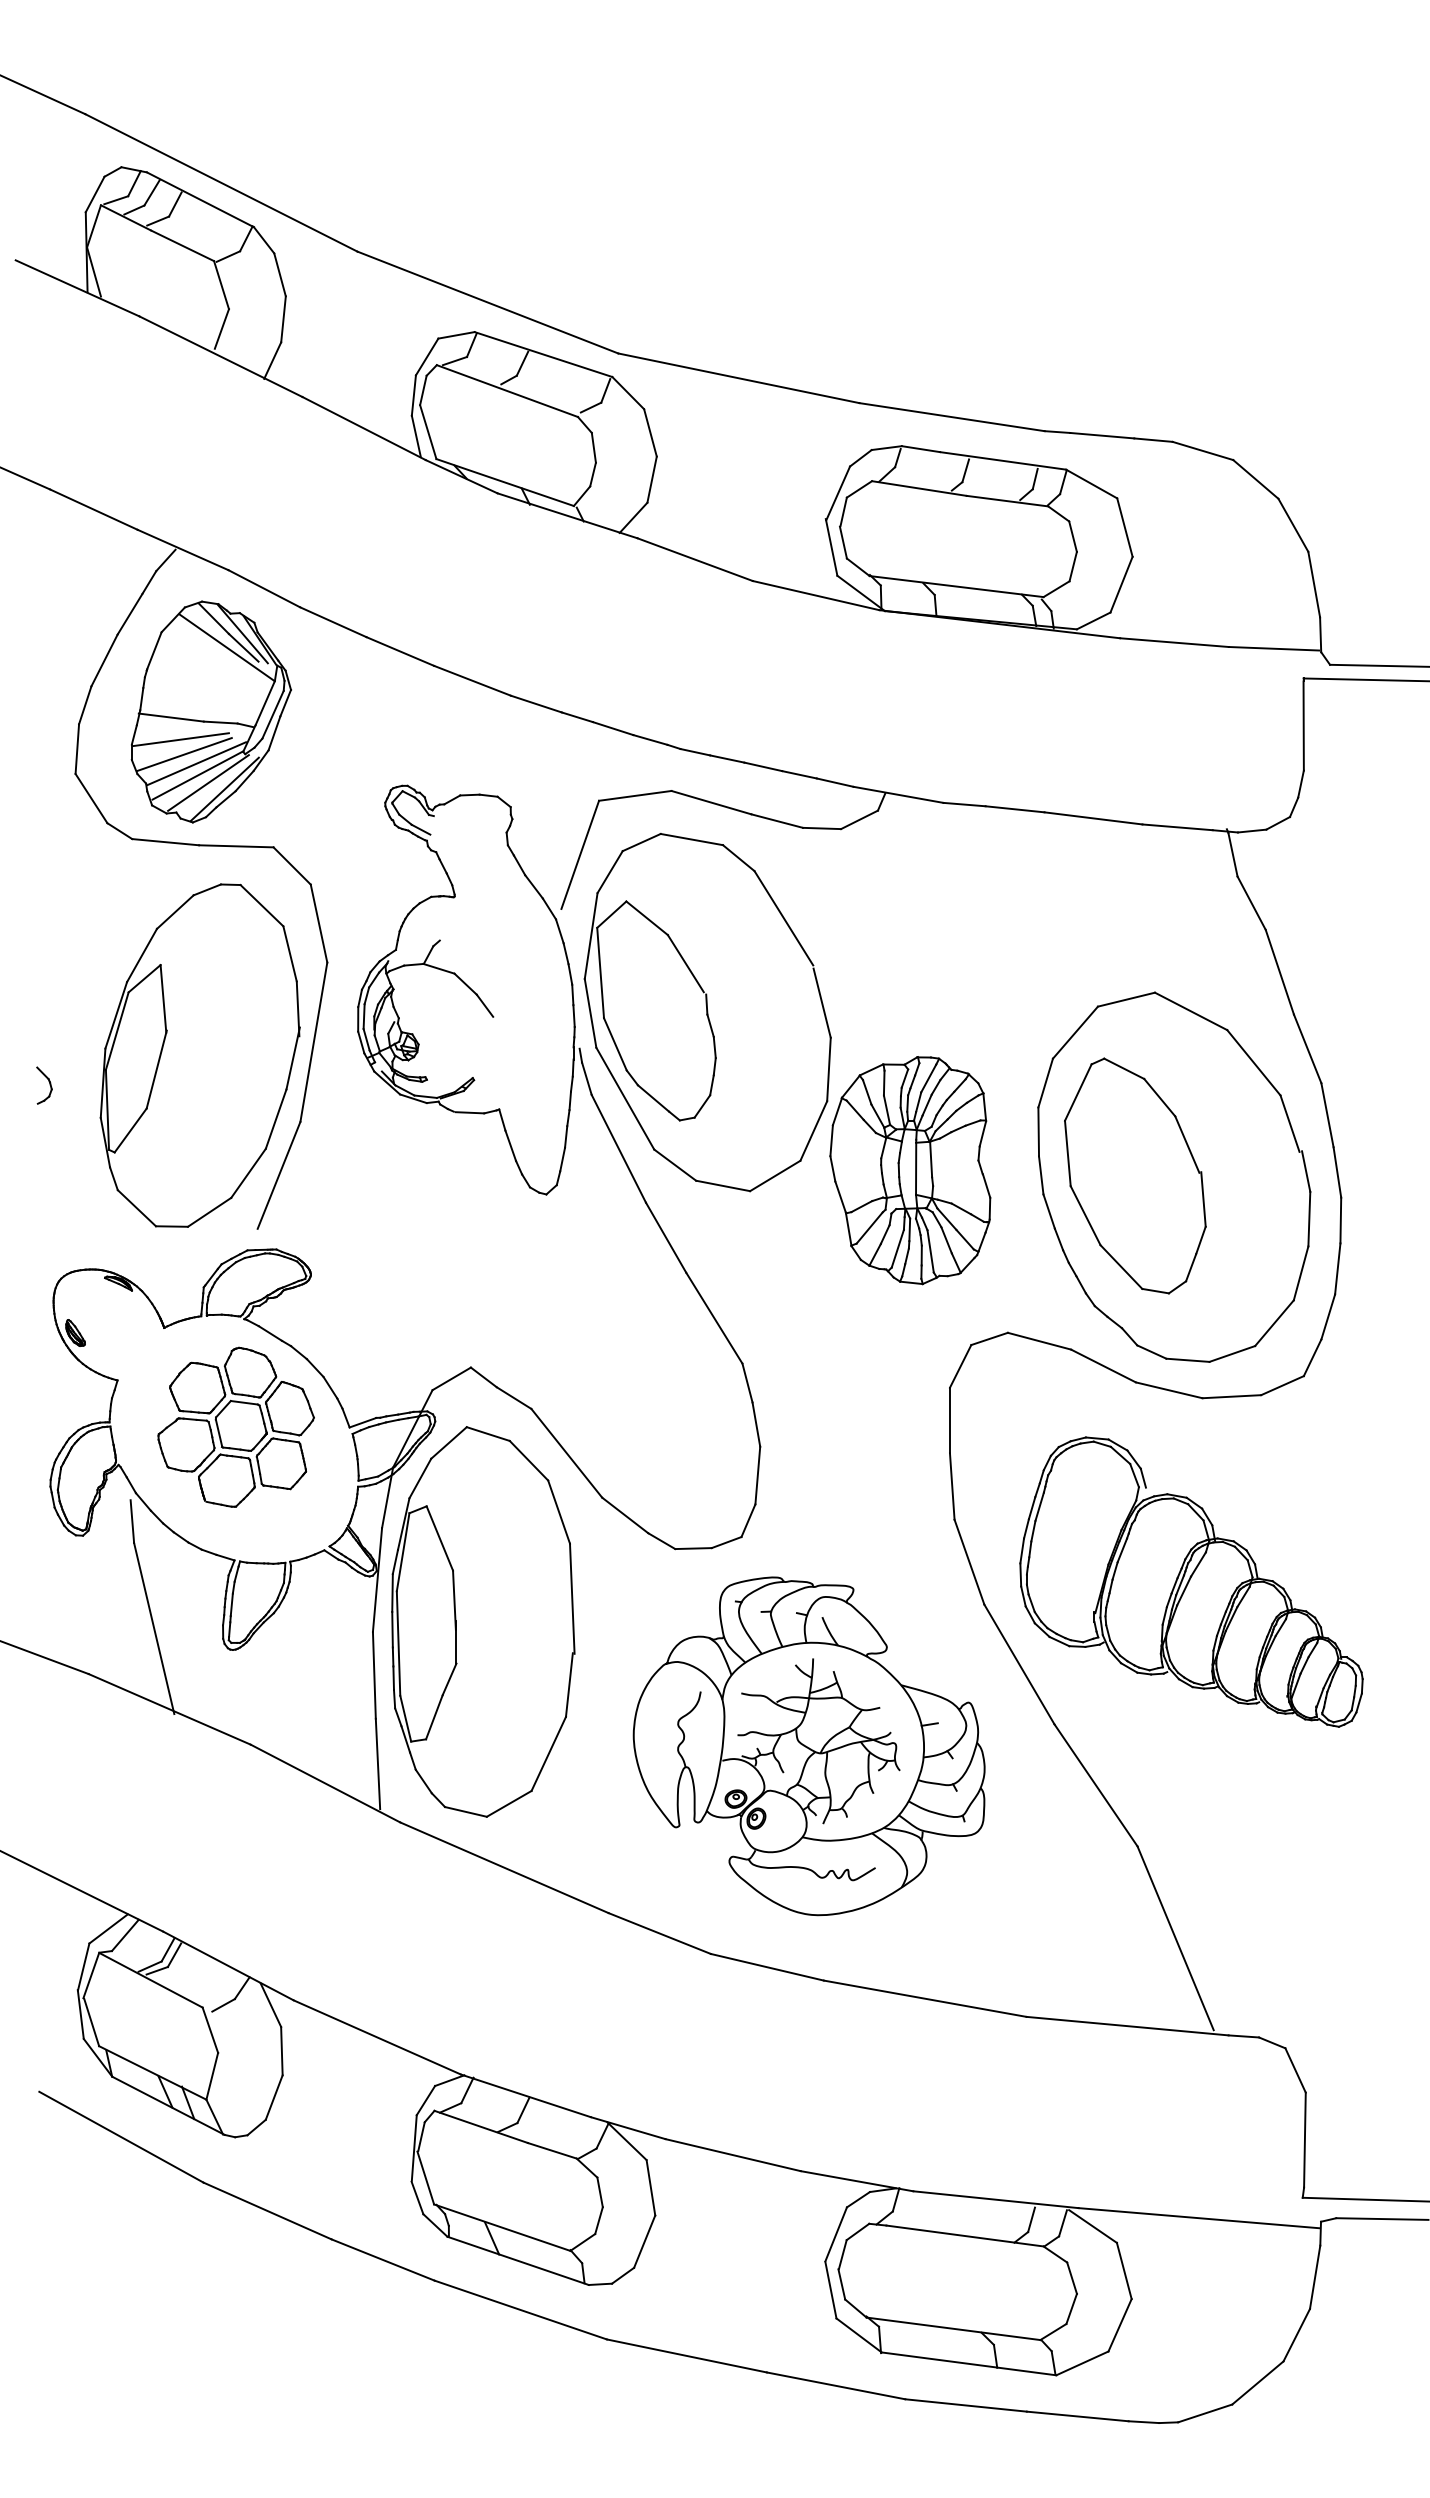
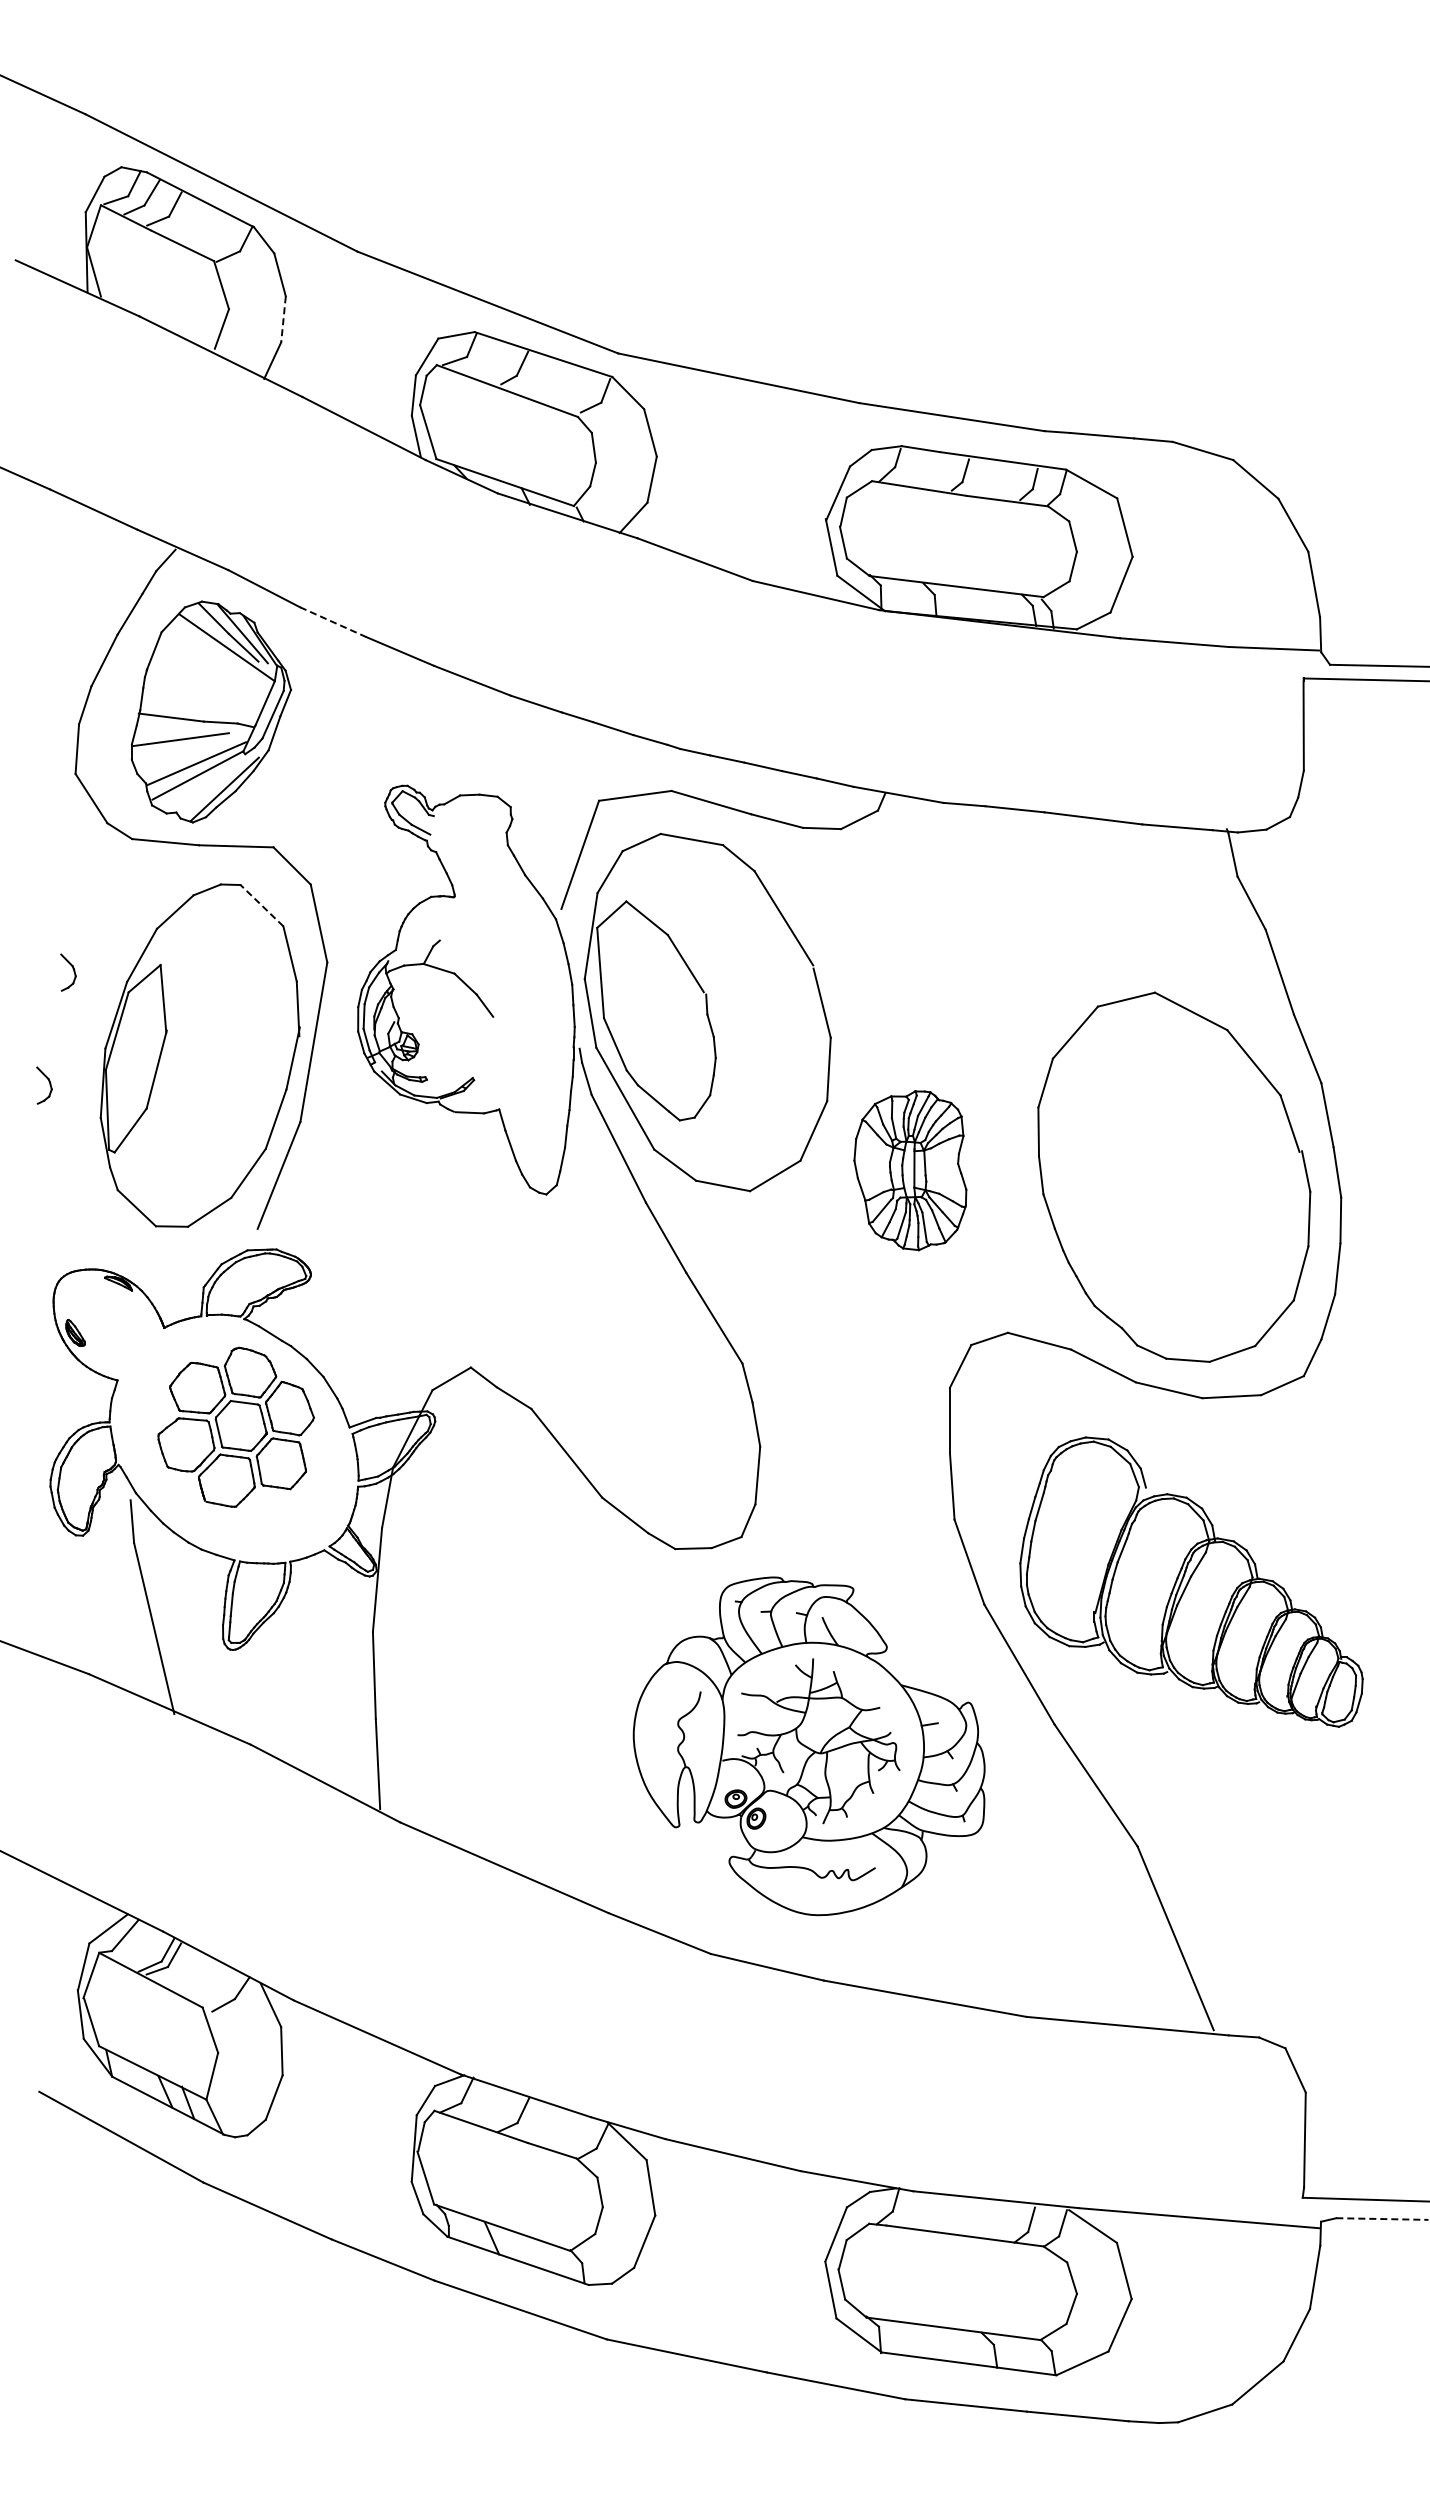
line at (283, 319): solid -> dashed
line at (333, 622): solid -> dashed
line at (184, 754): present -> none
line at (208, 782): present -> none
line at (261, 905): solid -> dashed
part at (68, 972): none -> present
part at (910, 1170) size: 163x230 px -> 115x162 px
part at (1135, 1175): present -> none
part at (483, 1621): present -> none
line at (1382, 2219): solid -> dashed
